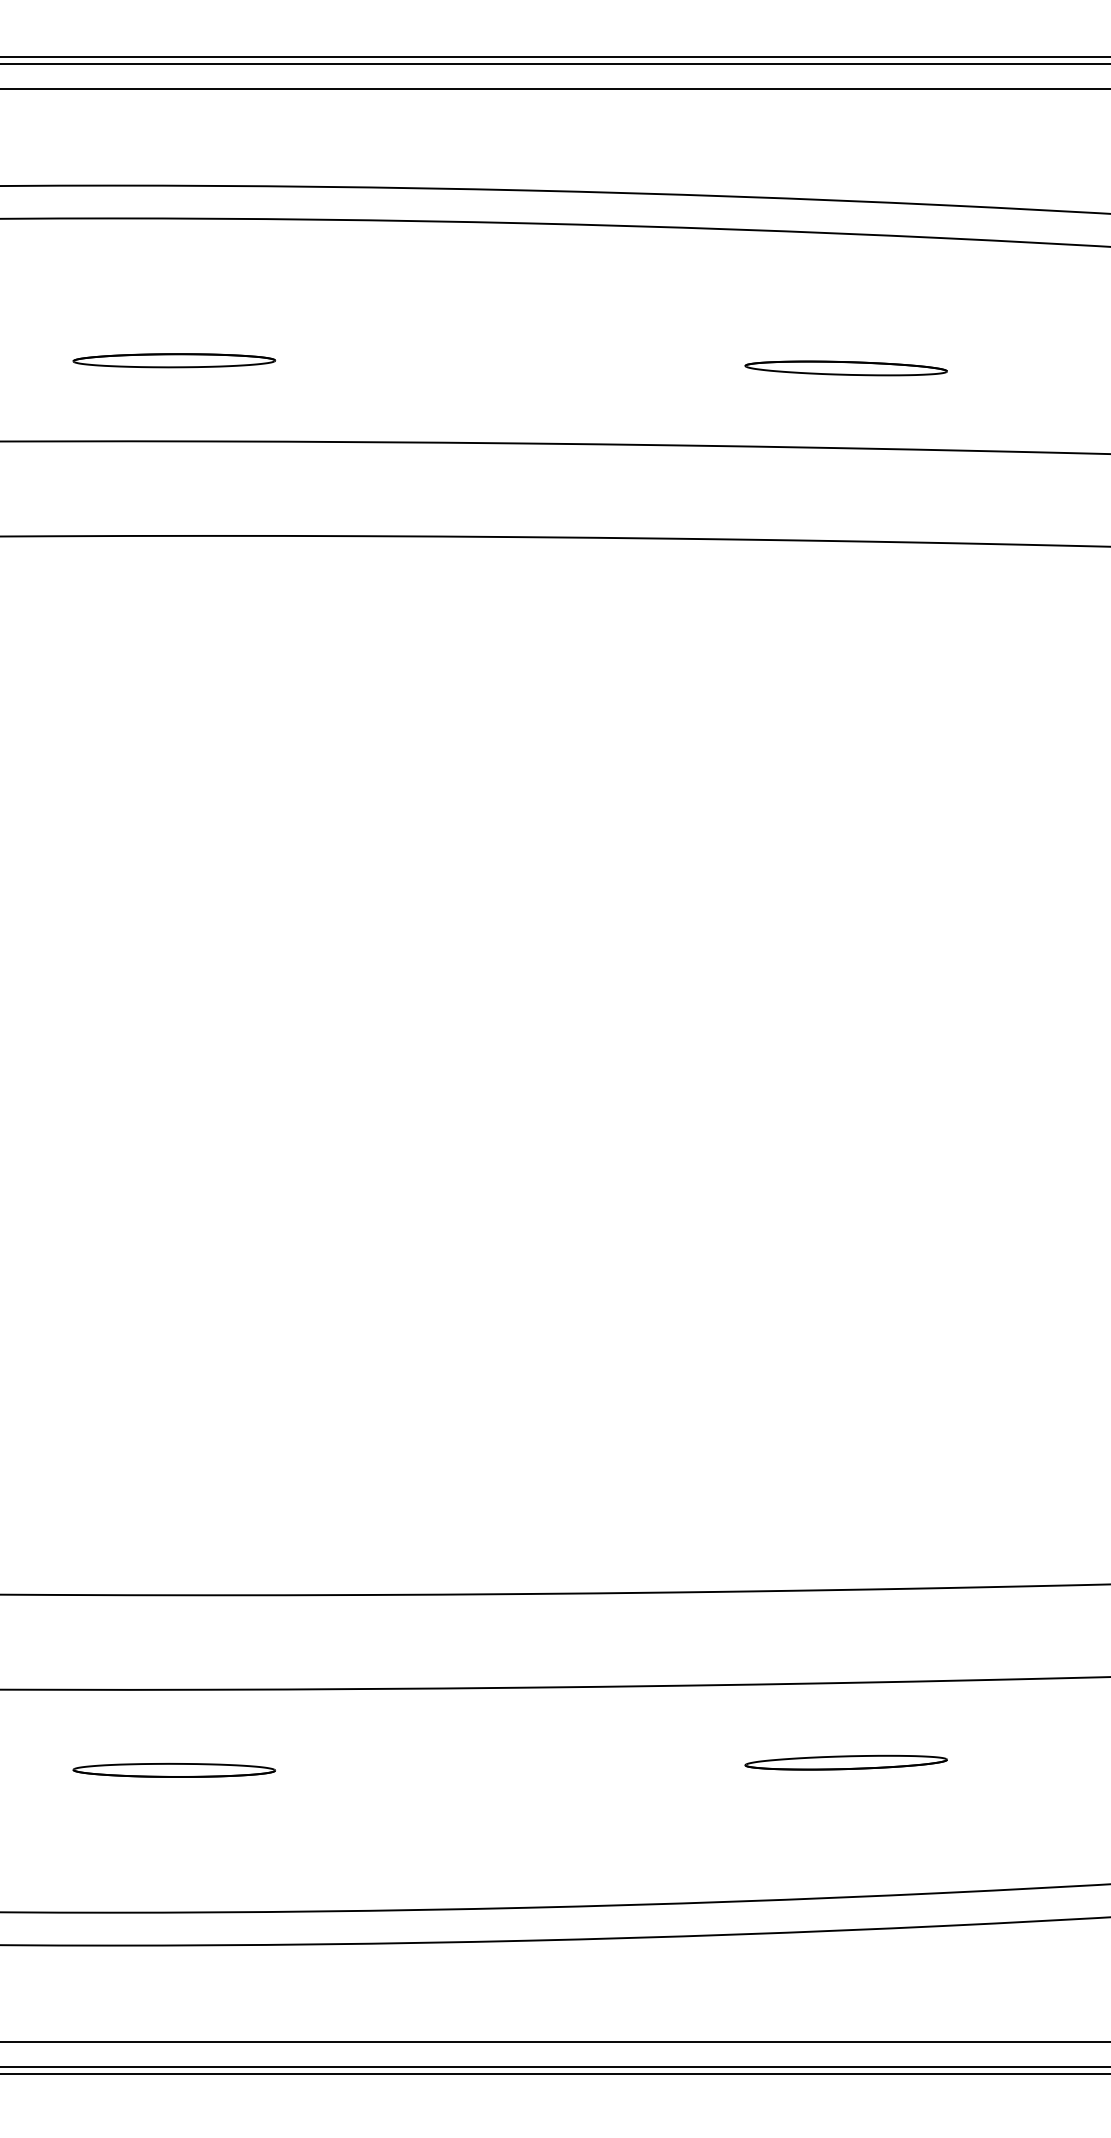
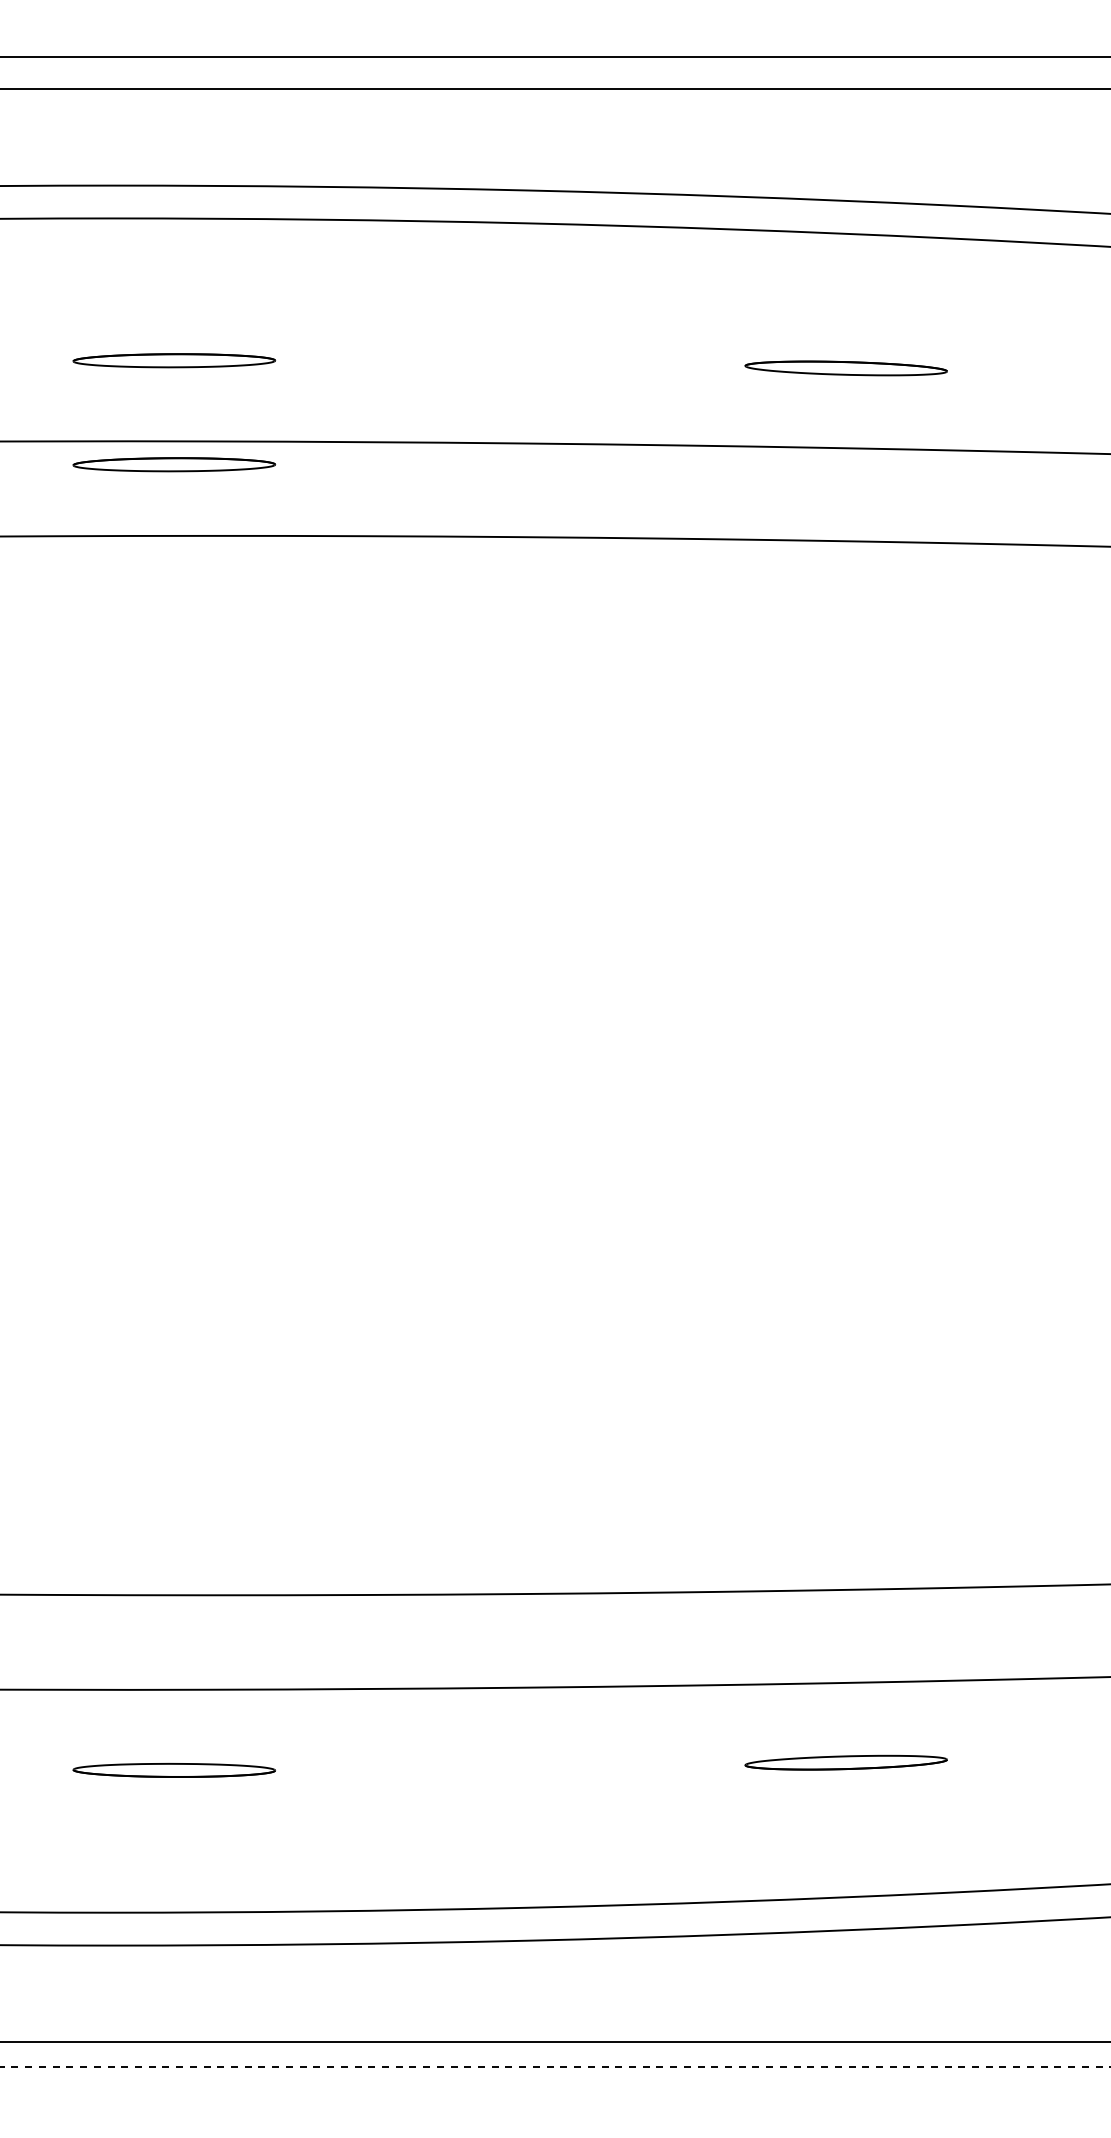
line at (554, 64): present -> none
part at (174, 464): none -> present
line at (555, 2067): solid -> dashed
line at (554, 2073): present -> none
